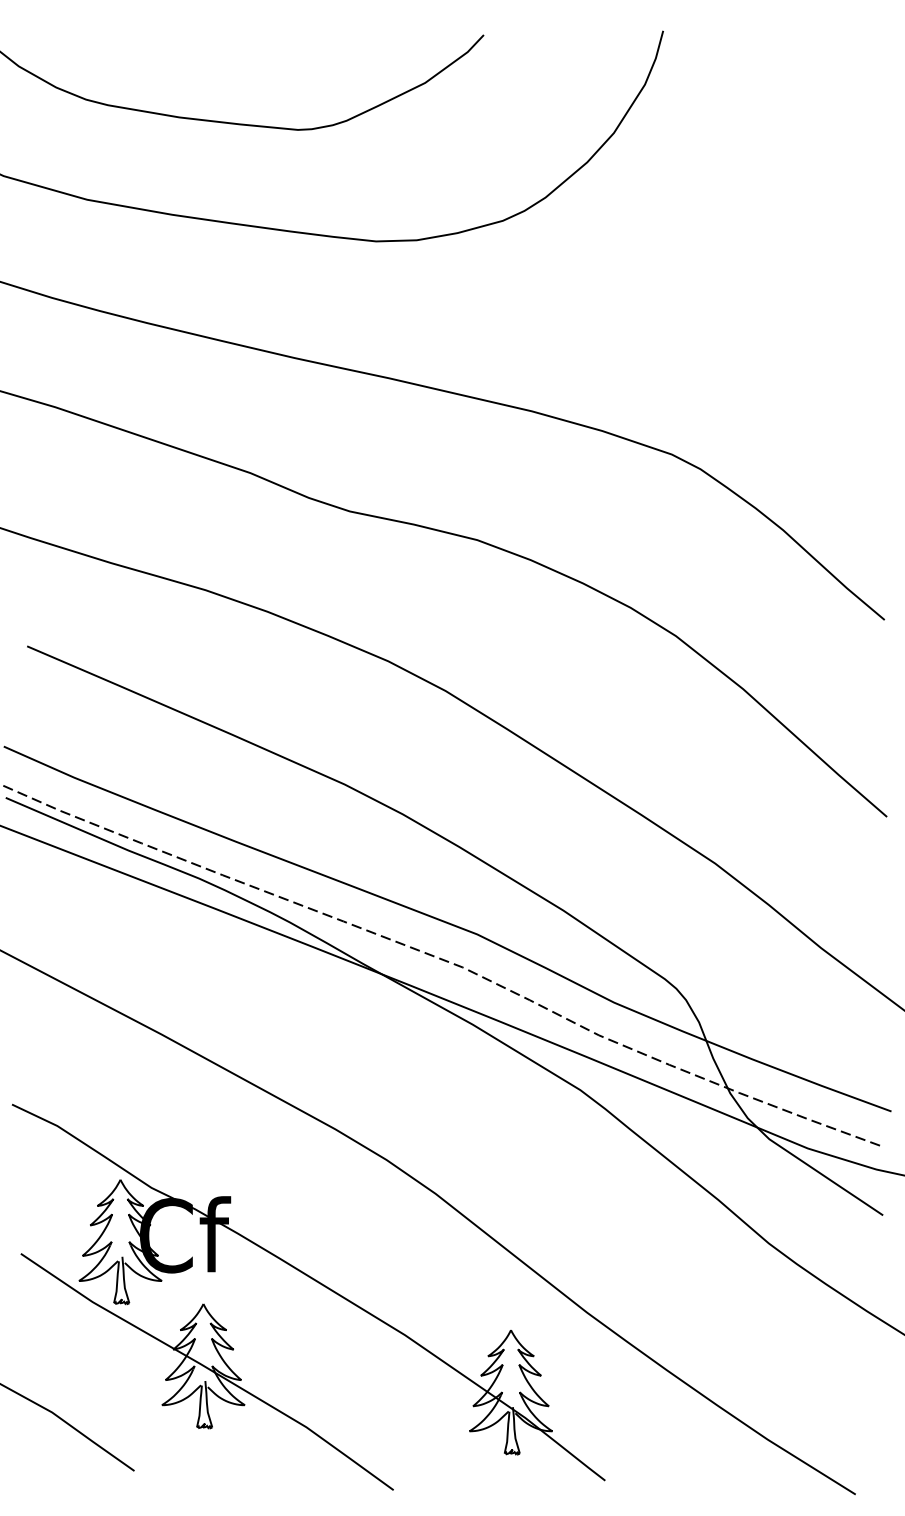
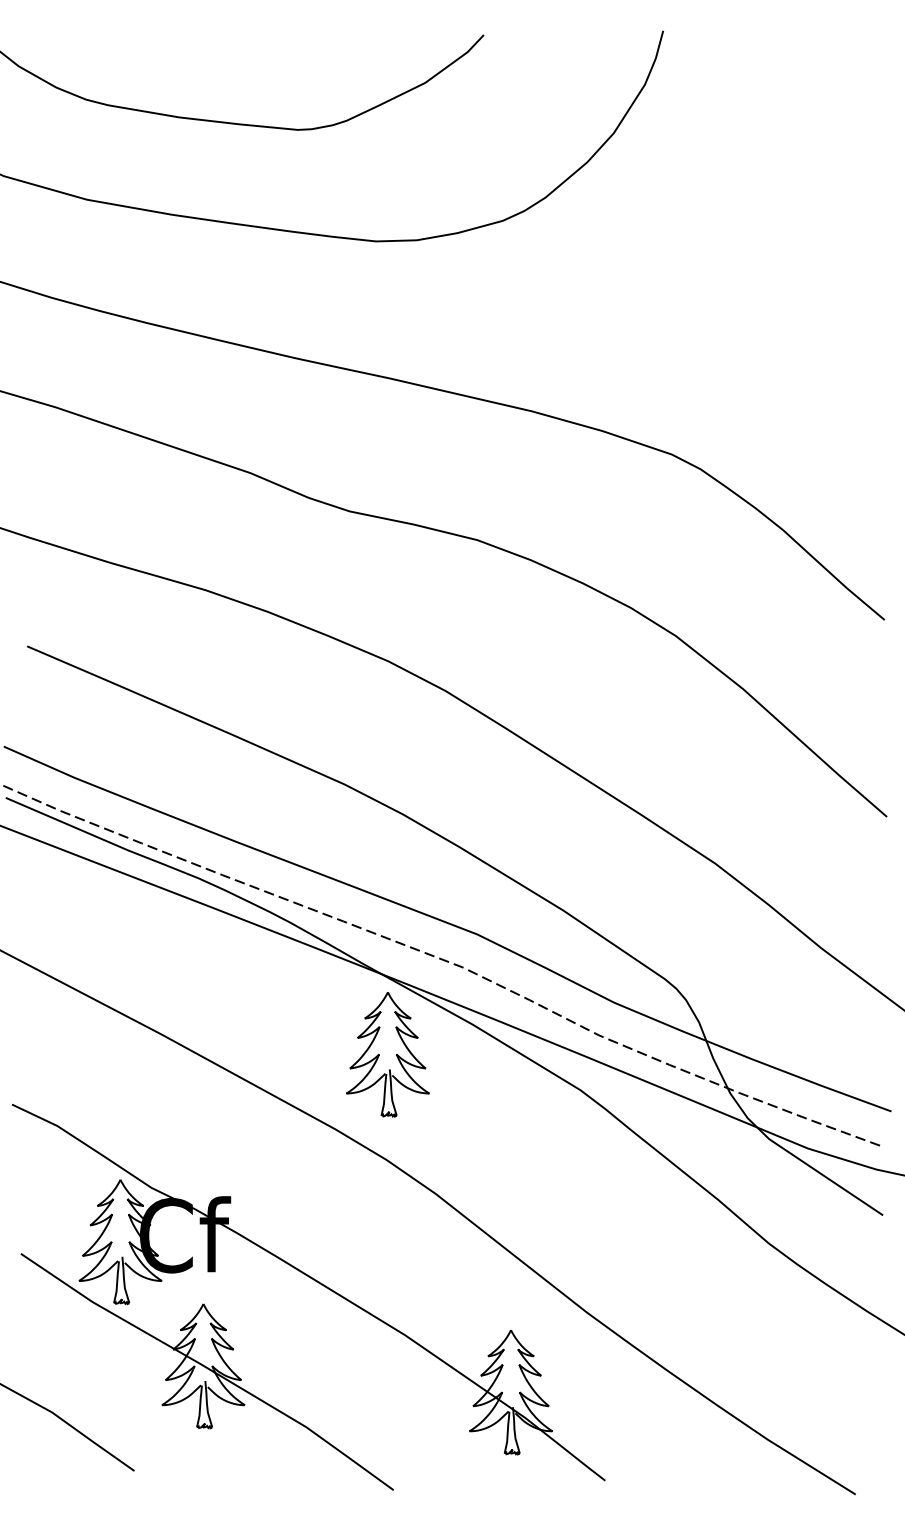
part at (387, 1054): none -> present
